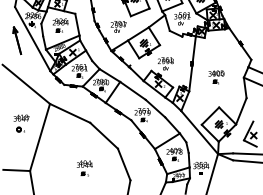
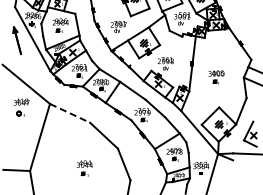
line at (70, 113): solid -> dashed
part at (21, 123) position: (21, 123) -> (21, 107)
line at (246, 161): present -> none
